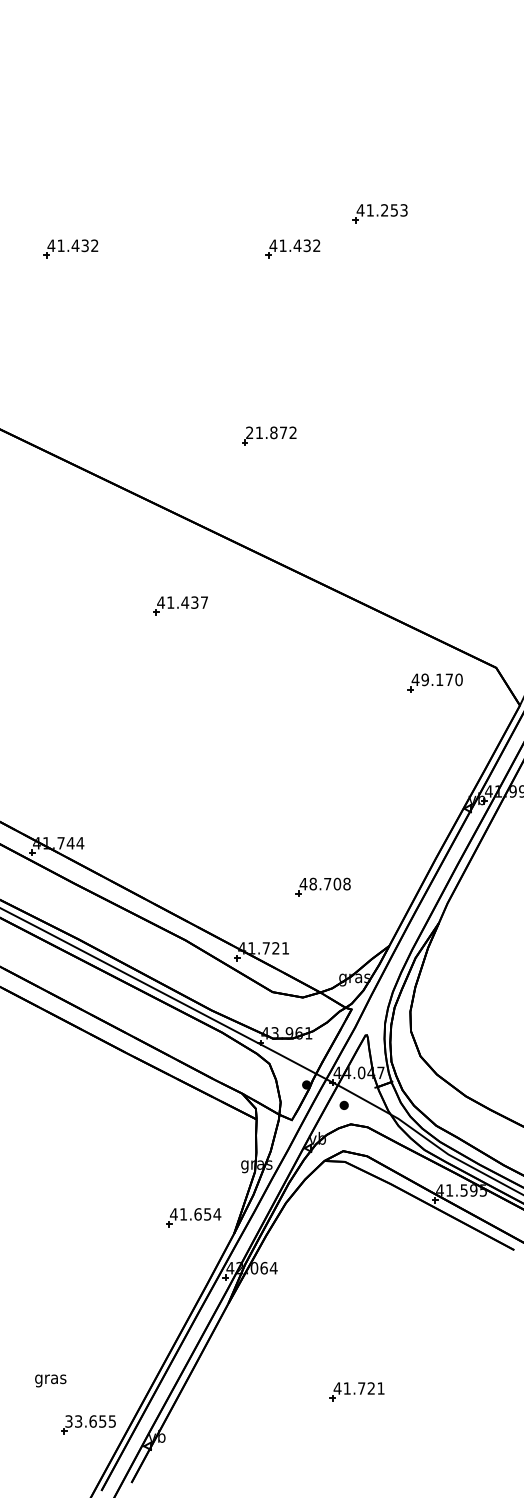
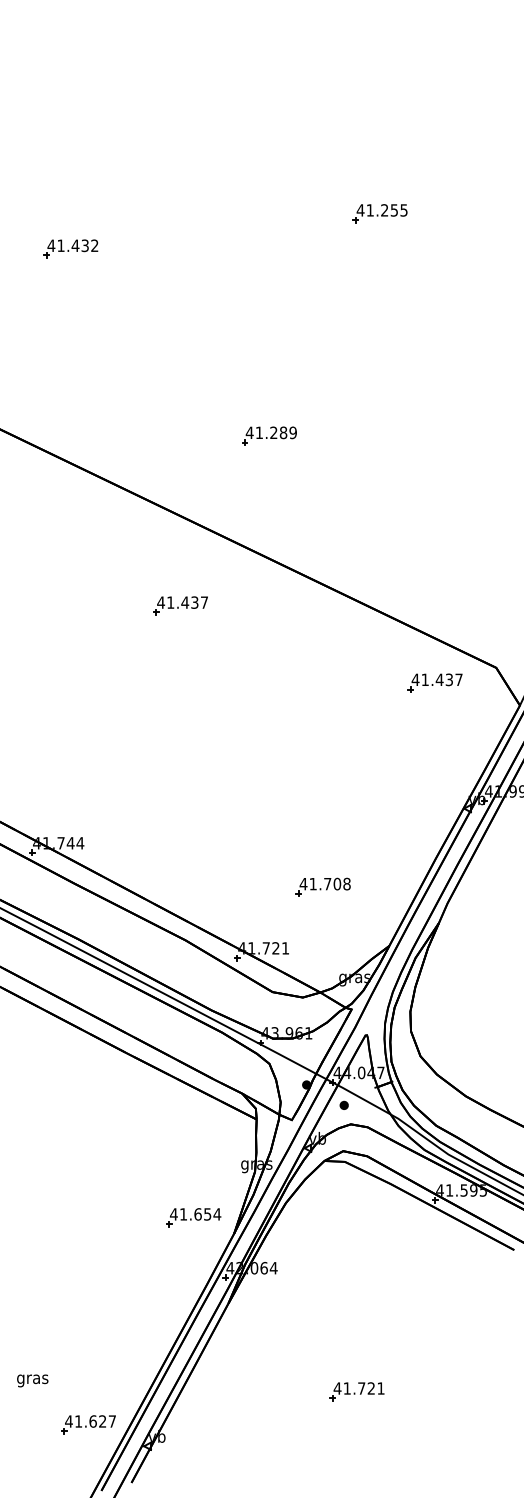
text at (403, 209): 41.253 -> 41.255
part at (292, 248): present -> none
text at (270, 432): 21.872 -> 41.289
text at (441, 679): 49.170 -> 41.437
text at (312, 883): 48.708 -> 41.708
text at (50, 1380) position: (50, 1380) -> (32, 1380)
text at (90, 1421): 33.655 -> 41.627
